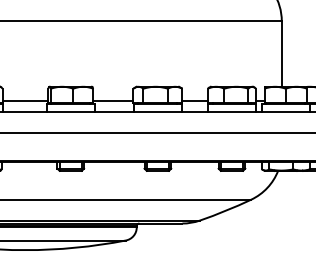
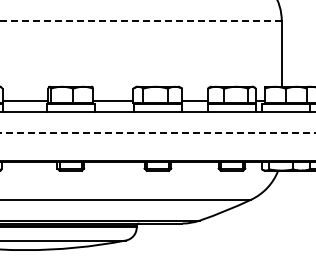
line at (140, 21): solid -> dashed
line at (157, 132): solid -> dashed
